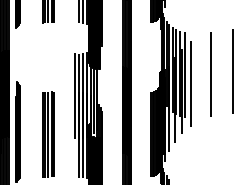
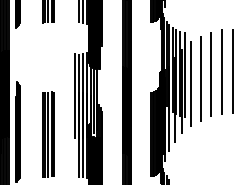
line at (221, 71): none -> present
line at (200, 78): none -> present
